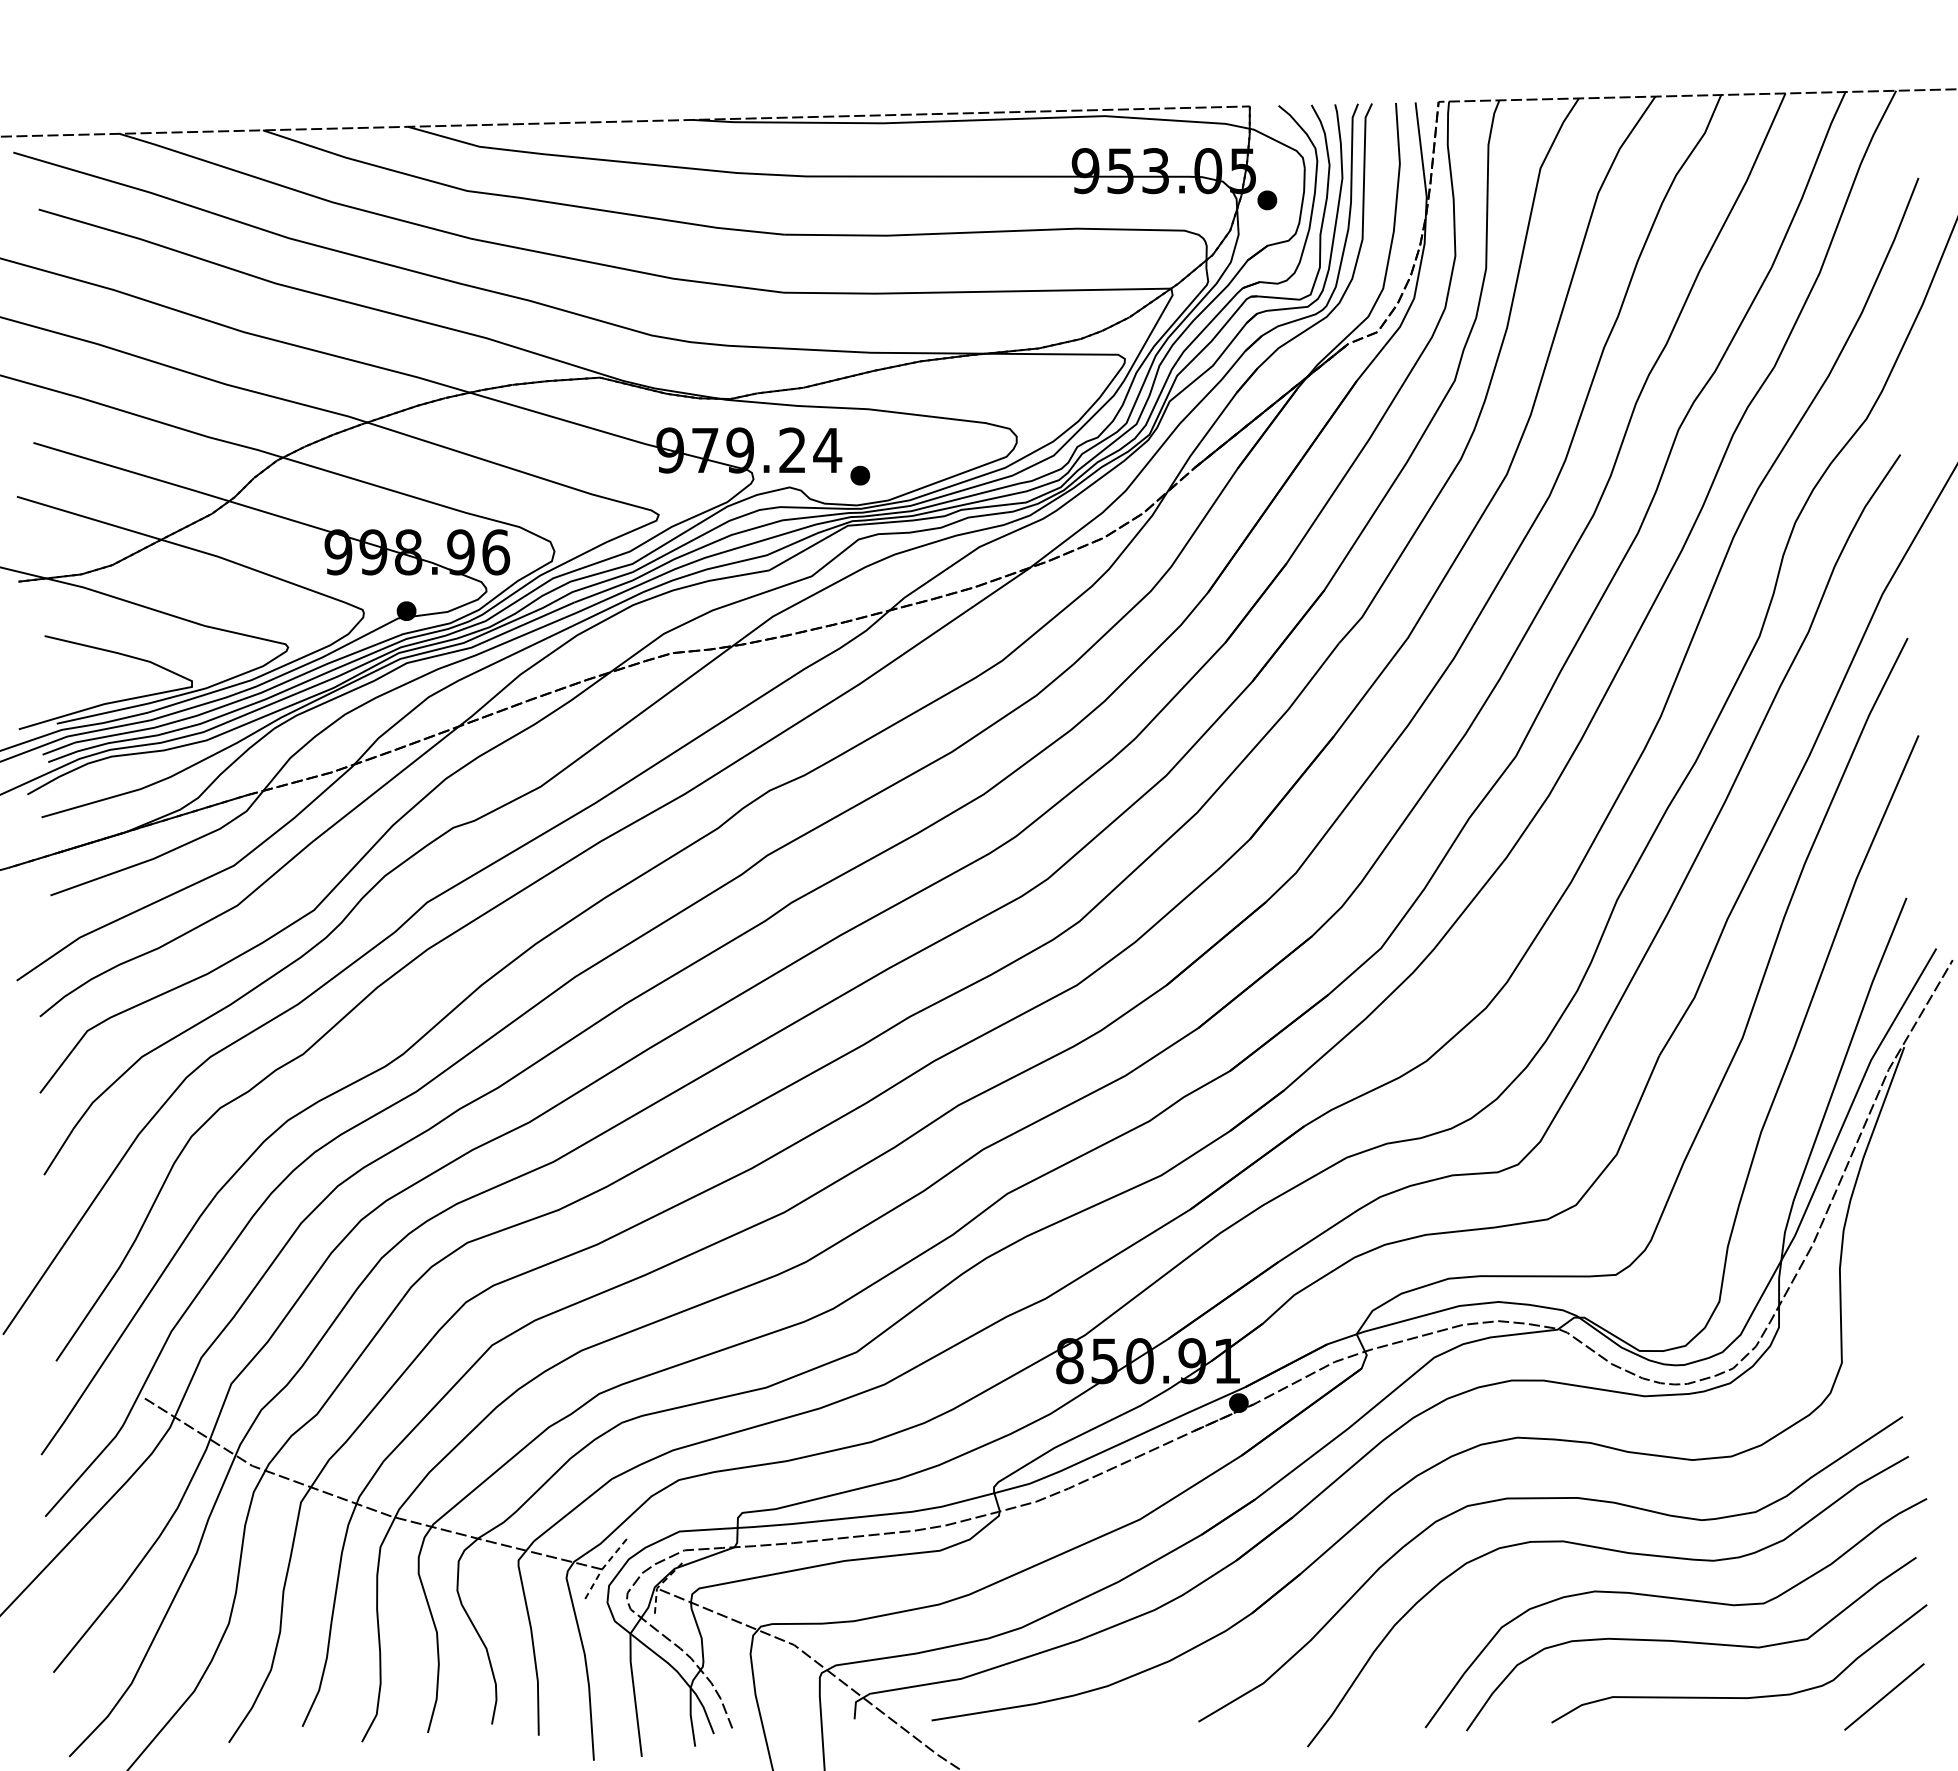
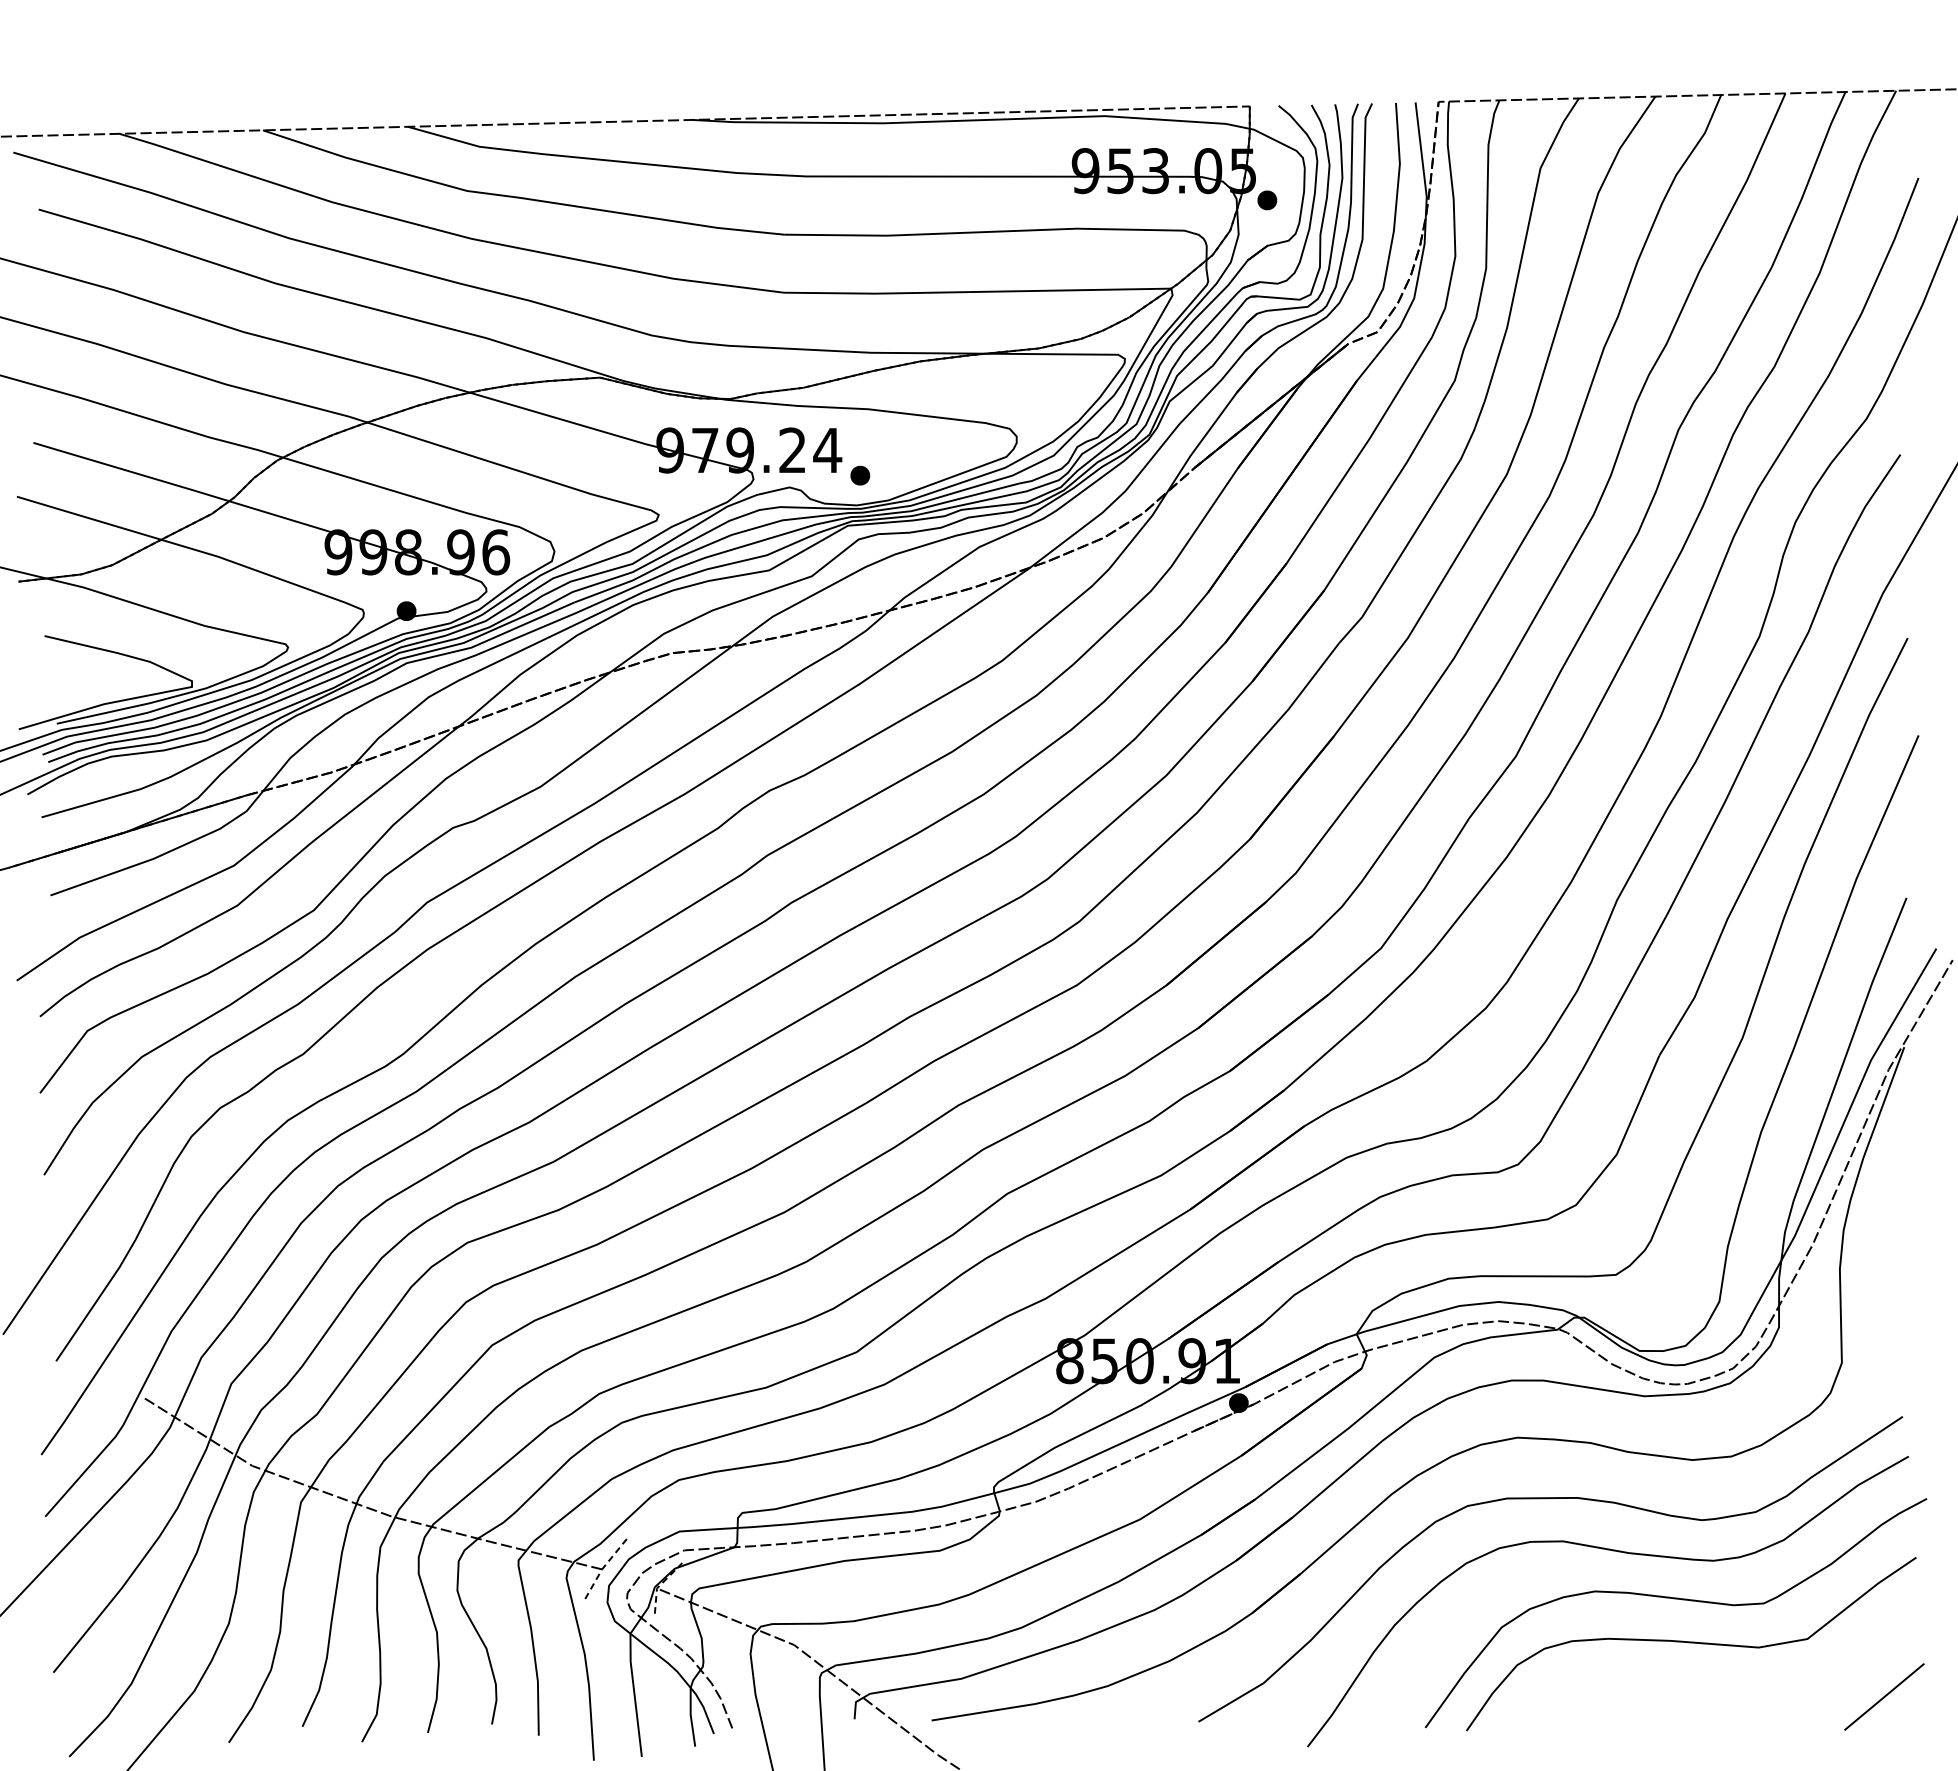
curve at (1739, 1697): present -> none
